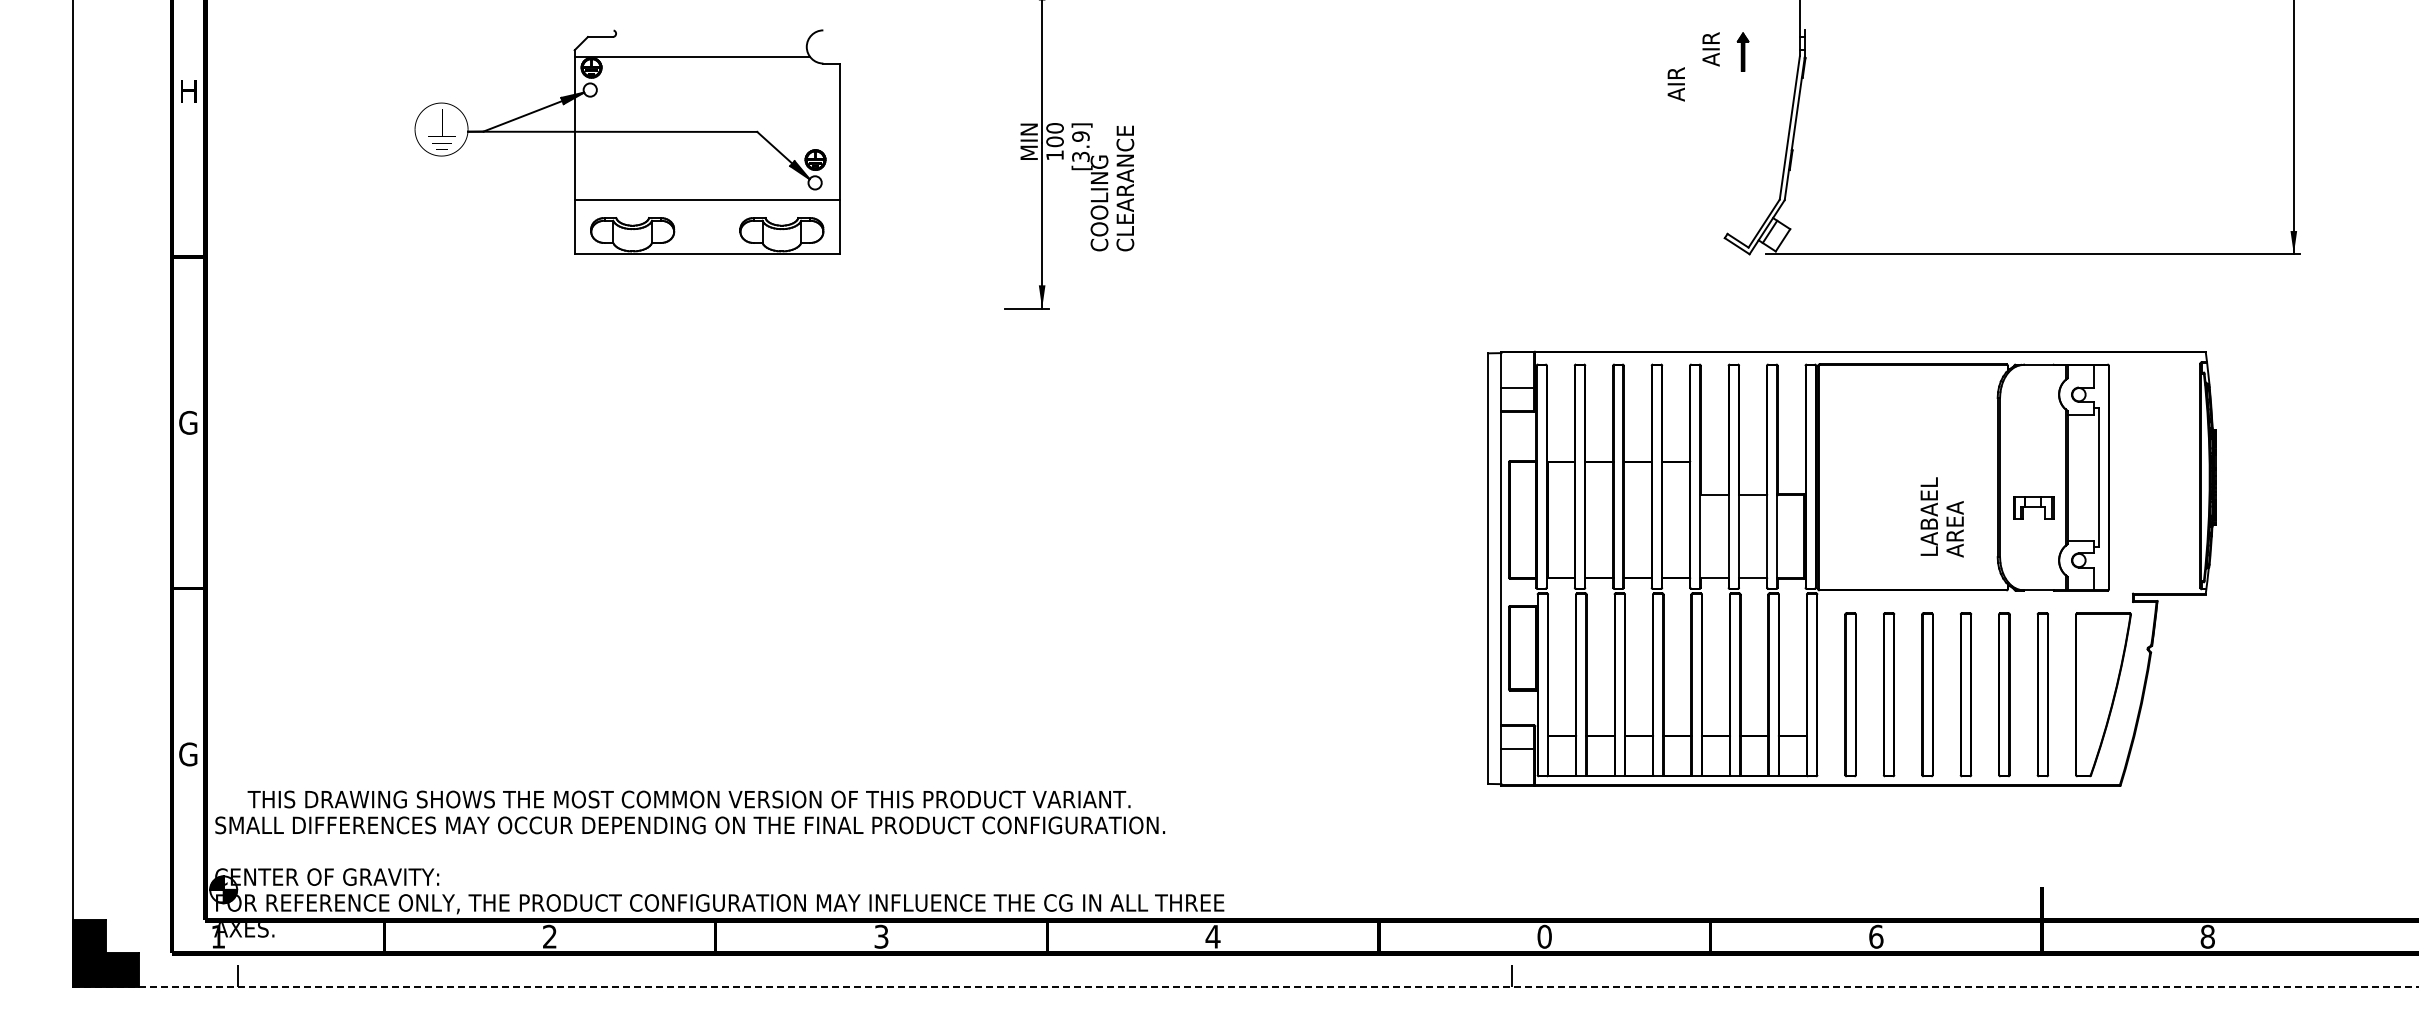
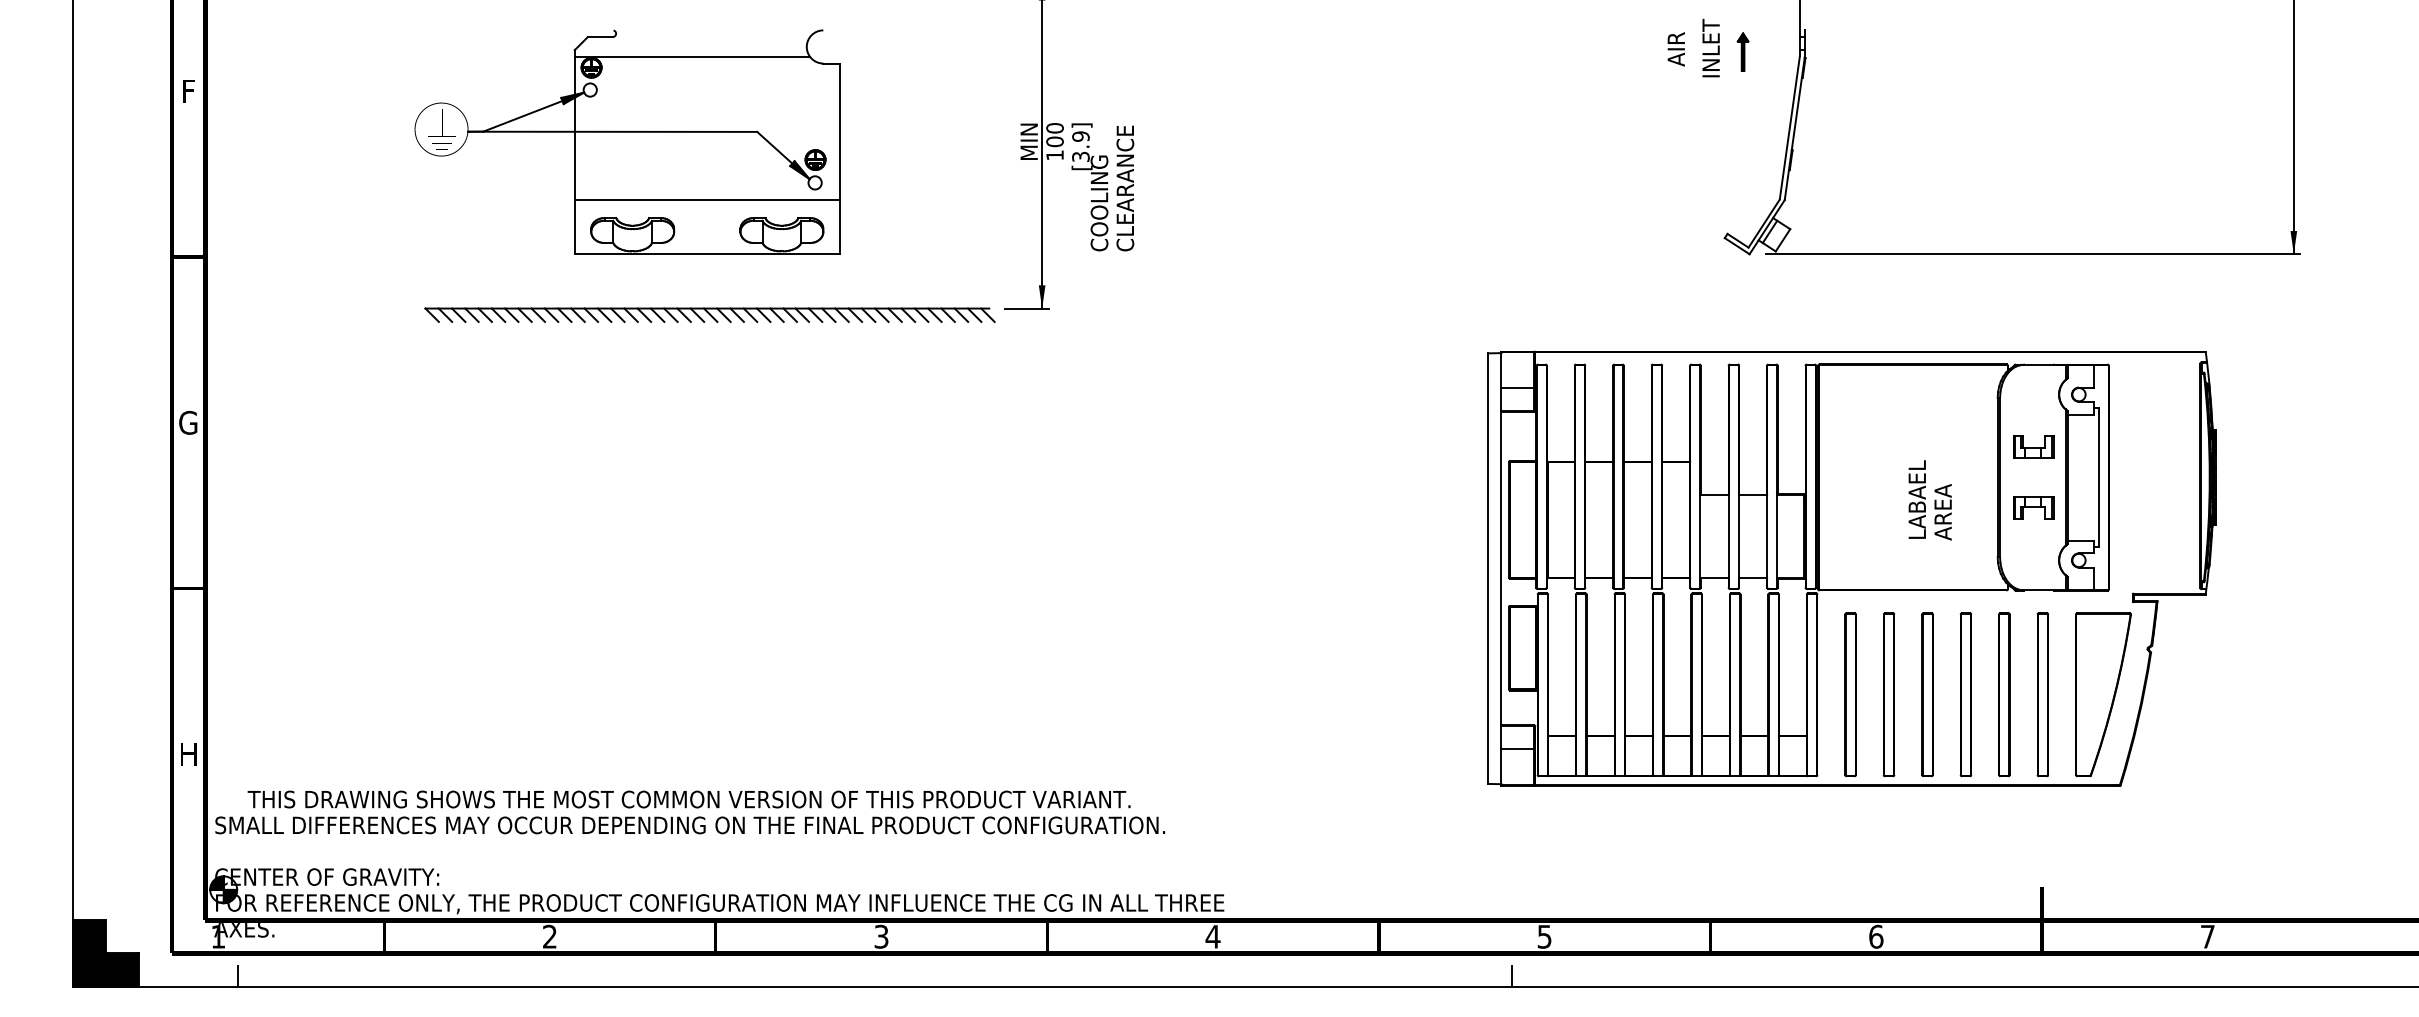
text at (1710, 47): AIR -> INLET
text at (1675, 84) position: (1675, 84) -> (1675, 49)
text at (188, 91): H -> F
part at (709, 314): none -> present
part at (2033, 446): none -> present
text at (1941, 517) position: (1941, 517) -> (1929, 500)
text at (188, 754): G -> H
text at (1544, 936): 0 -> 5
text at (2207, 936): 8 -> 7
line at (1245, 986): dashed -> solid
